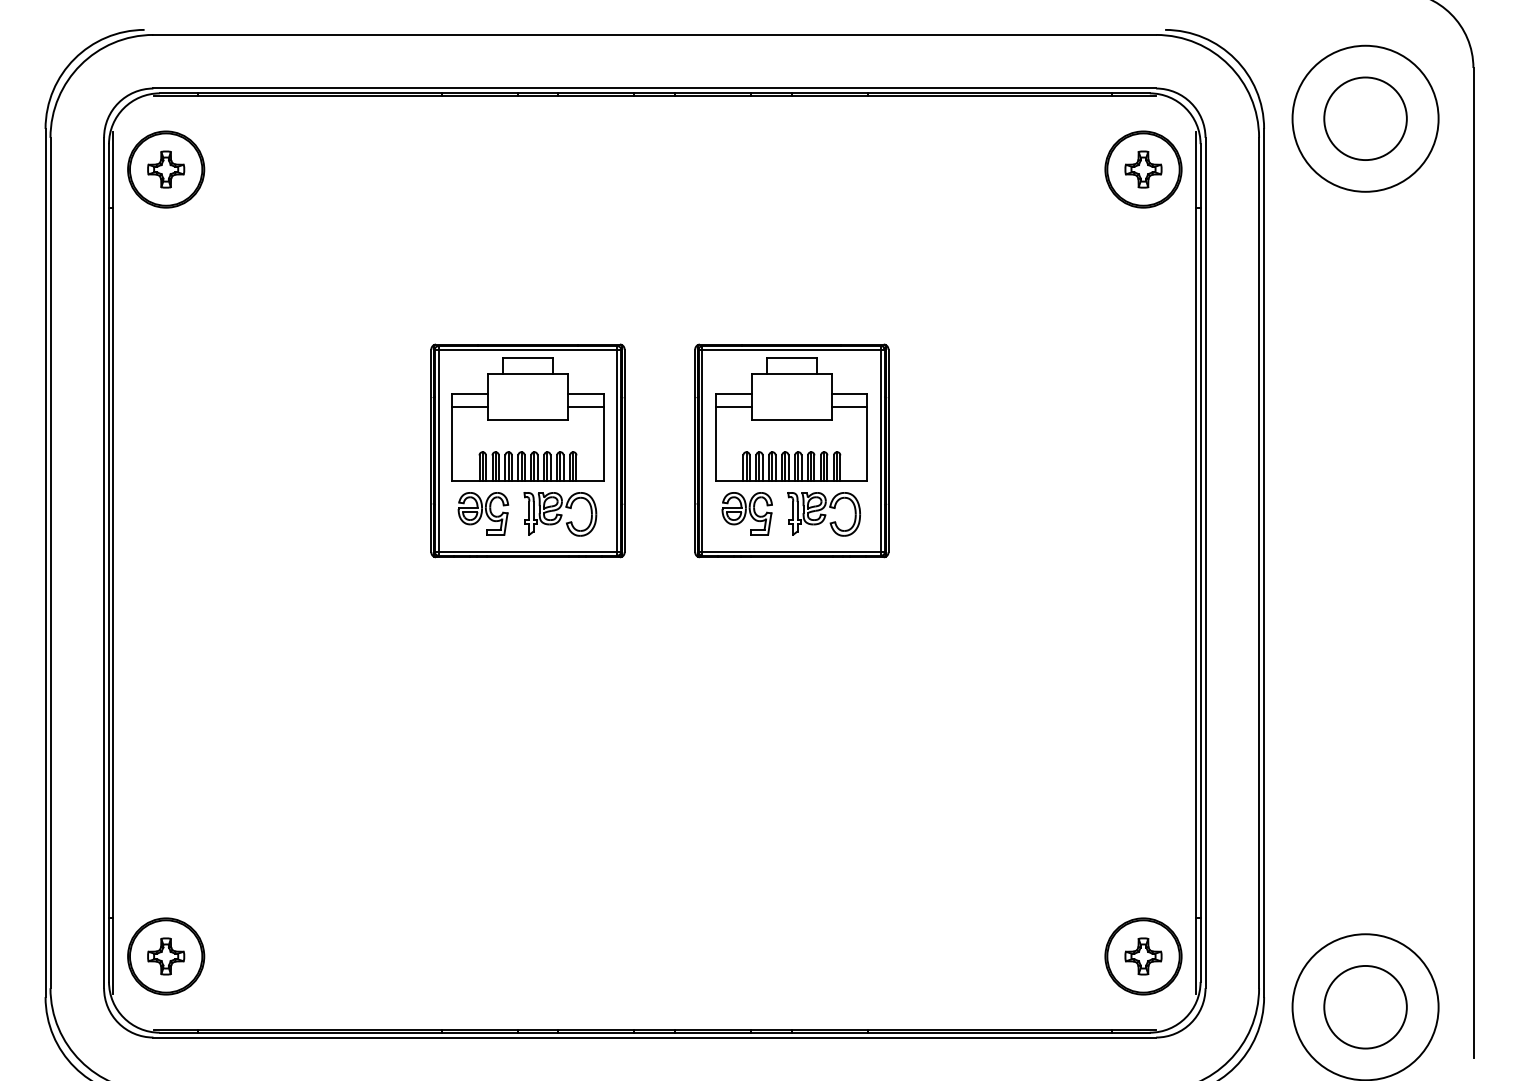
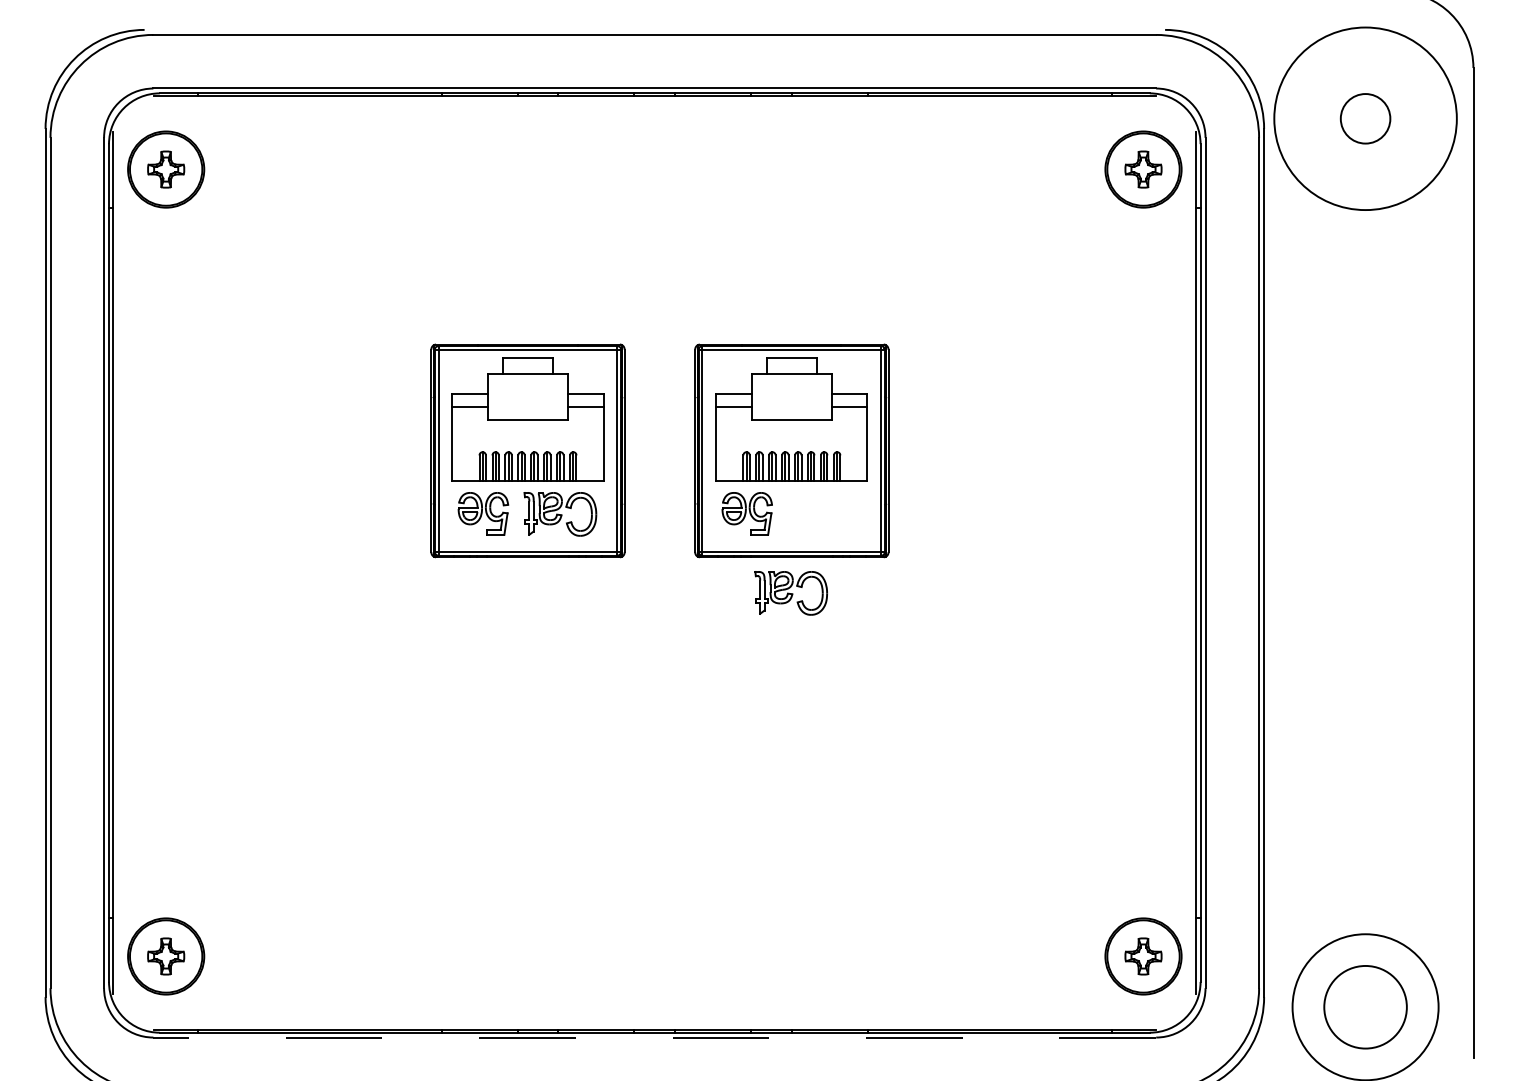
circle at (1365, 118) diameter: 146 px -> 183 px
circle at (1365, 118) diameter: 83 px -> 50 px
part at (823, 514) position: (823, 514) -> (790, 593)
line at (654, 1037): solid -> dashed
